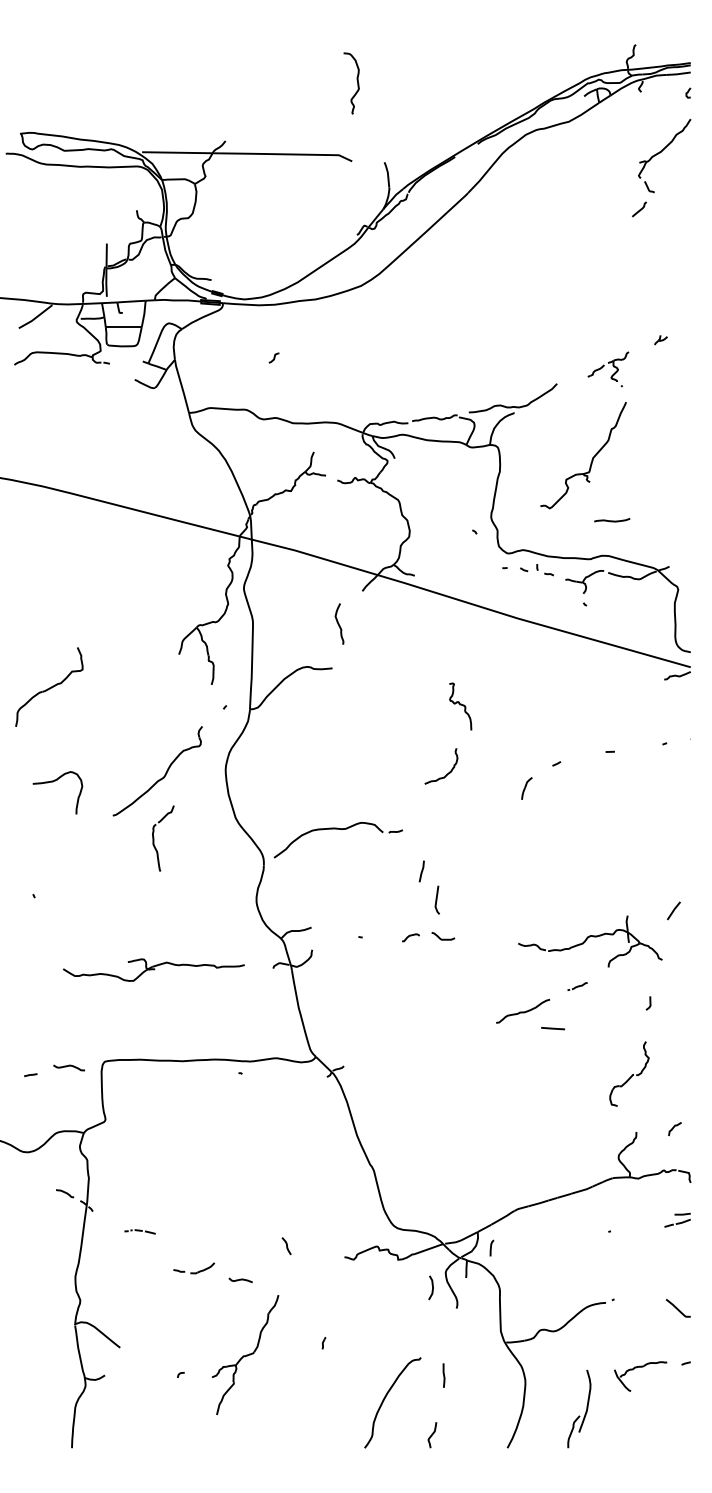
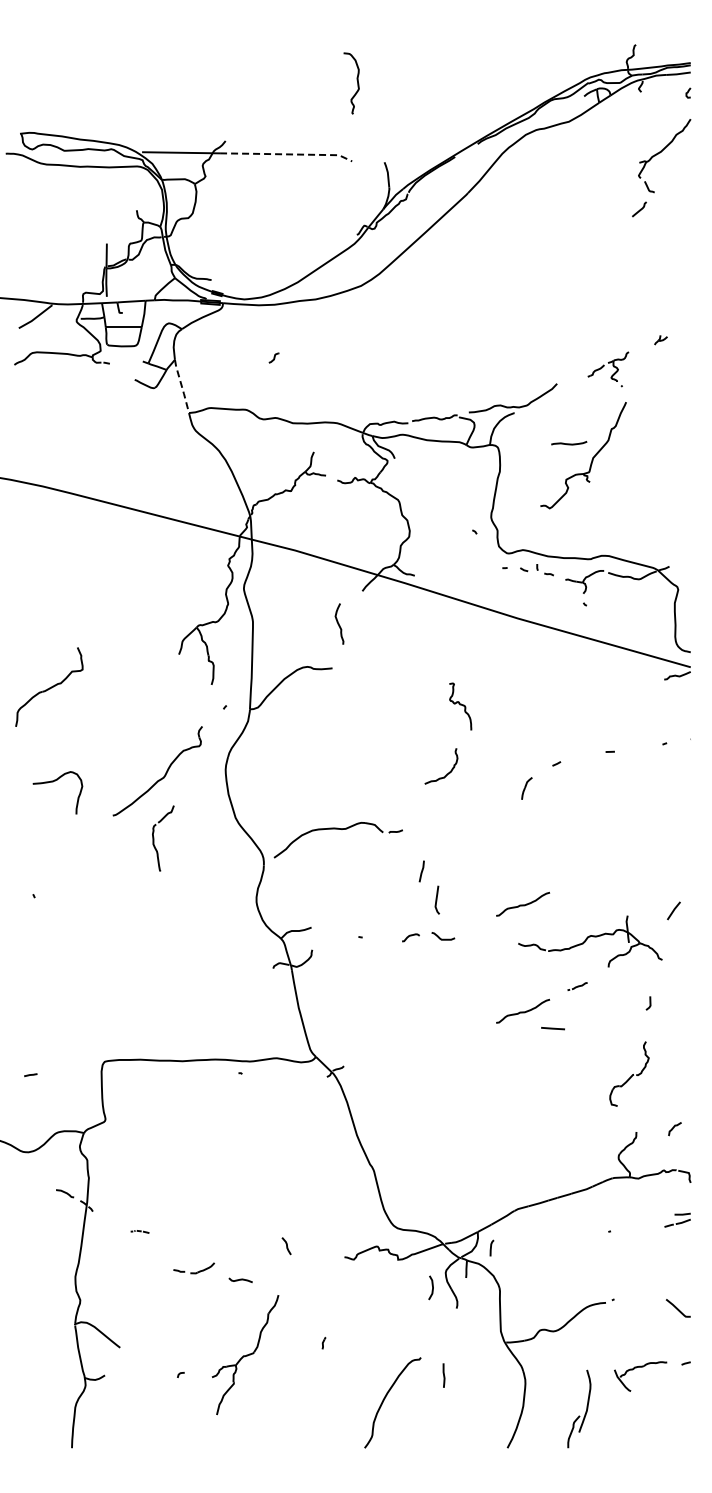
line at (287, 154): solid -> dashed
line at (181, 386): solid -> dashed
curve at (612, 520) position: (612, 520) -> (569, 443)
curve at (523, 904): none -> present
part at (153, 969): present -> none
curve at (68, 1066): present -> none
part at (139, 1231) size: 32x6 px -> 20x4 px
curve at (432, 1435): present -> none
